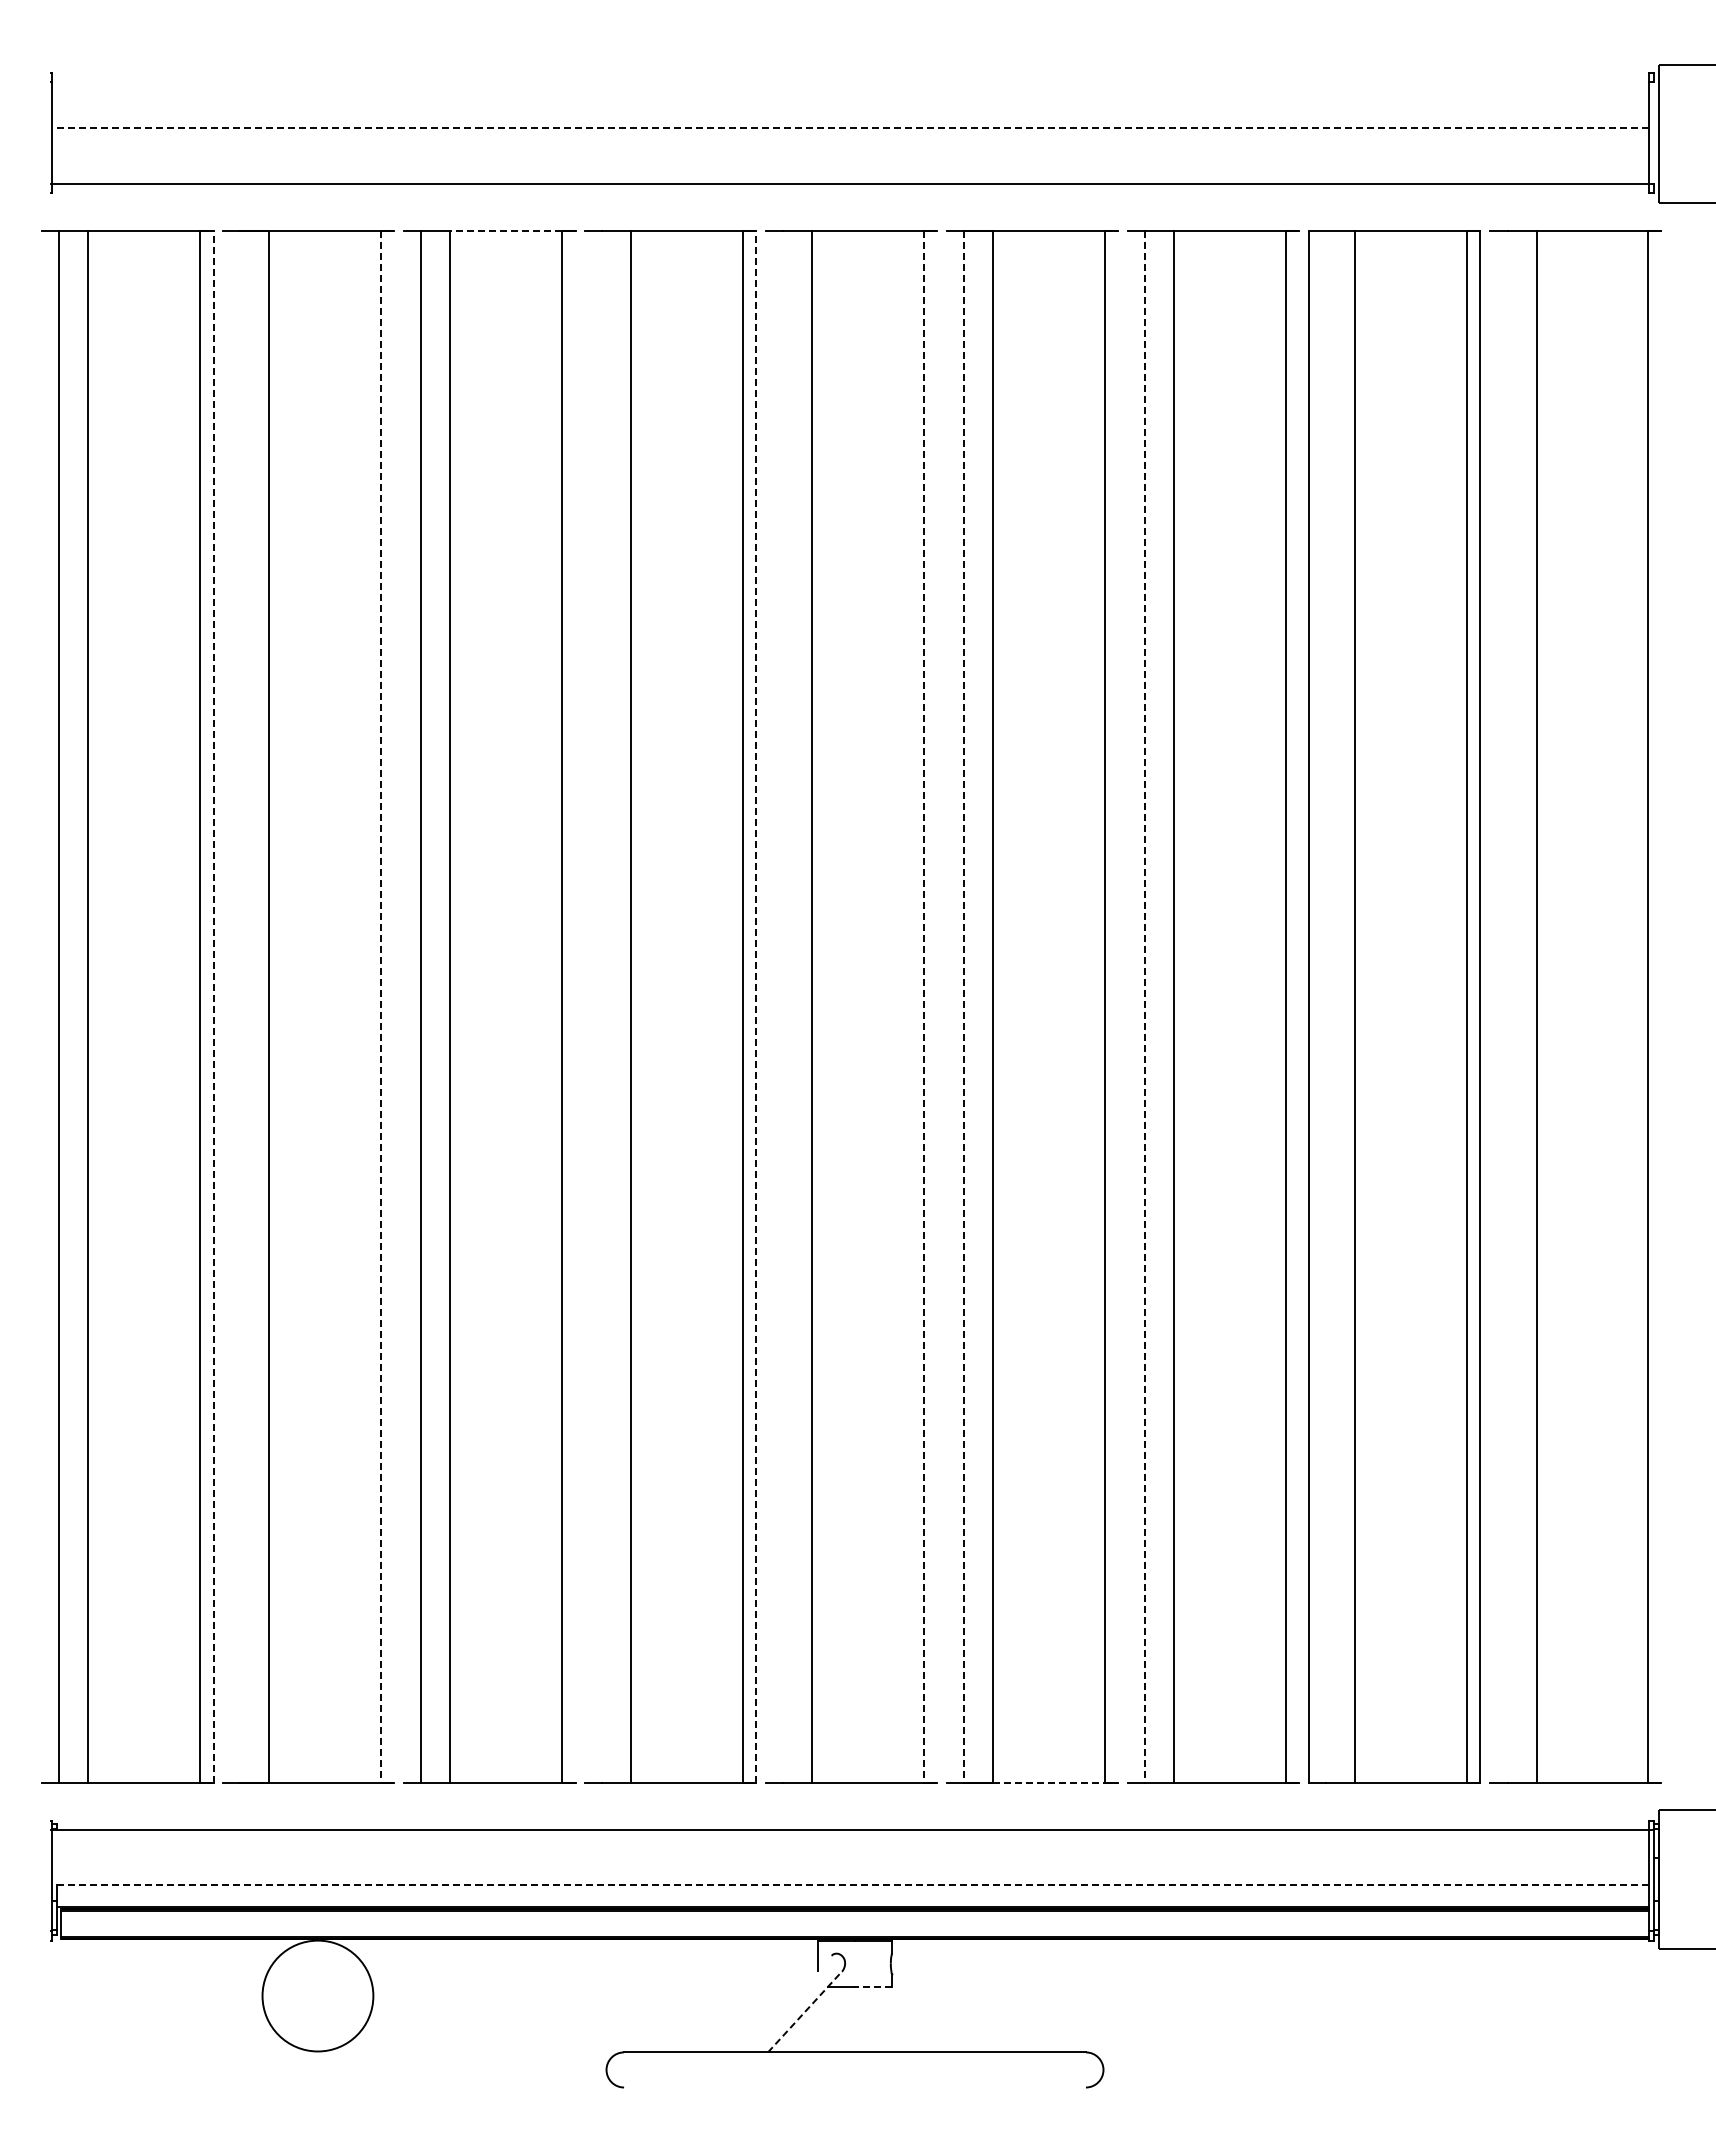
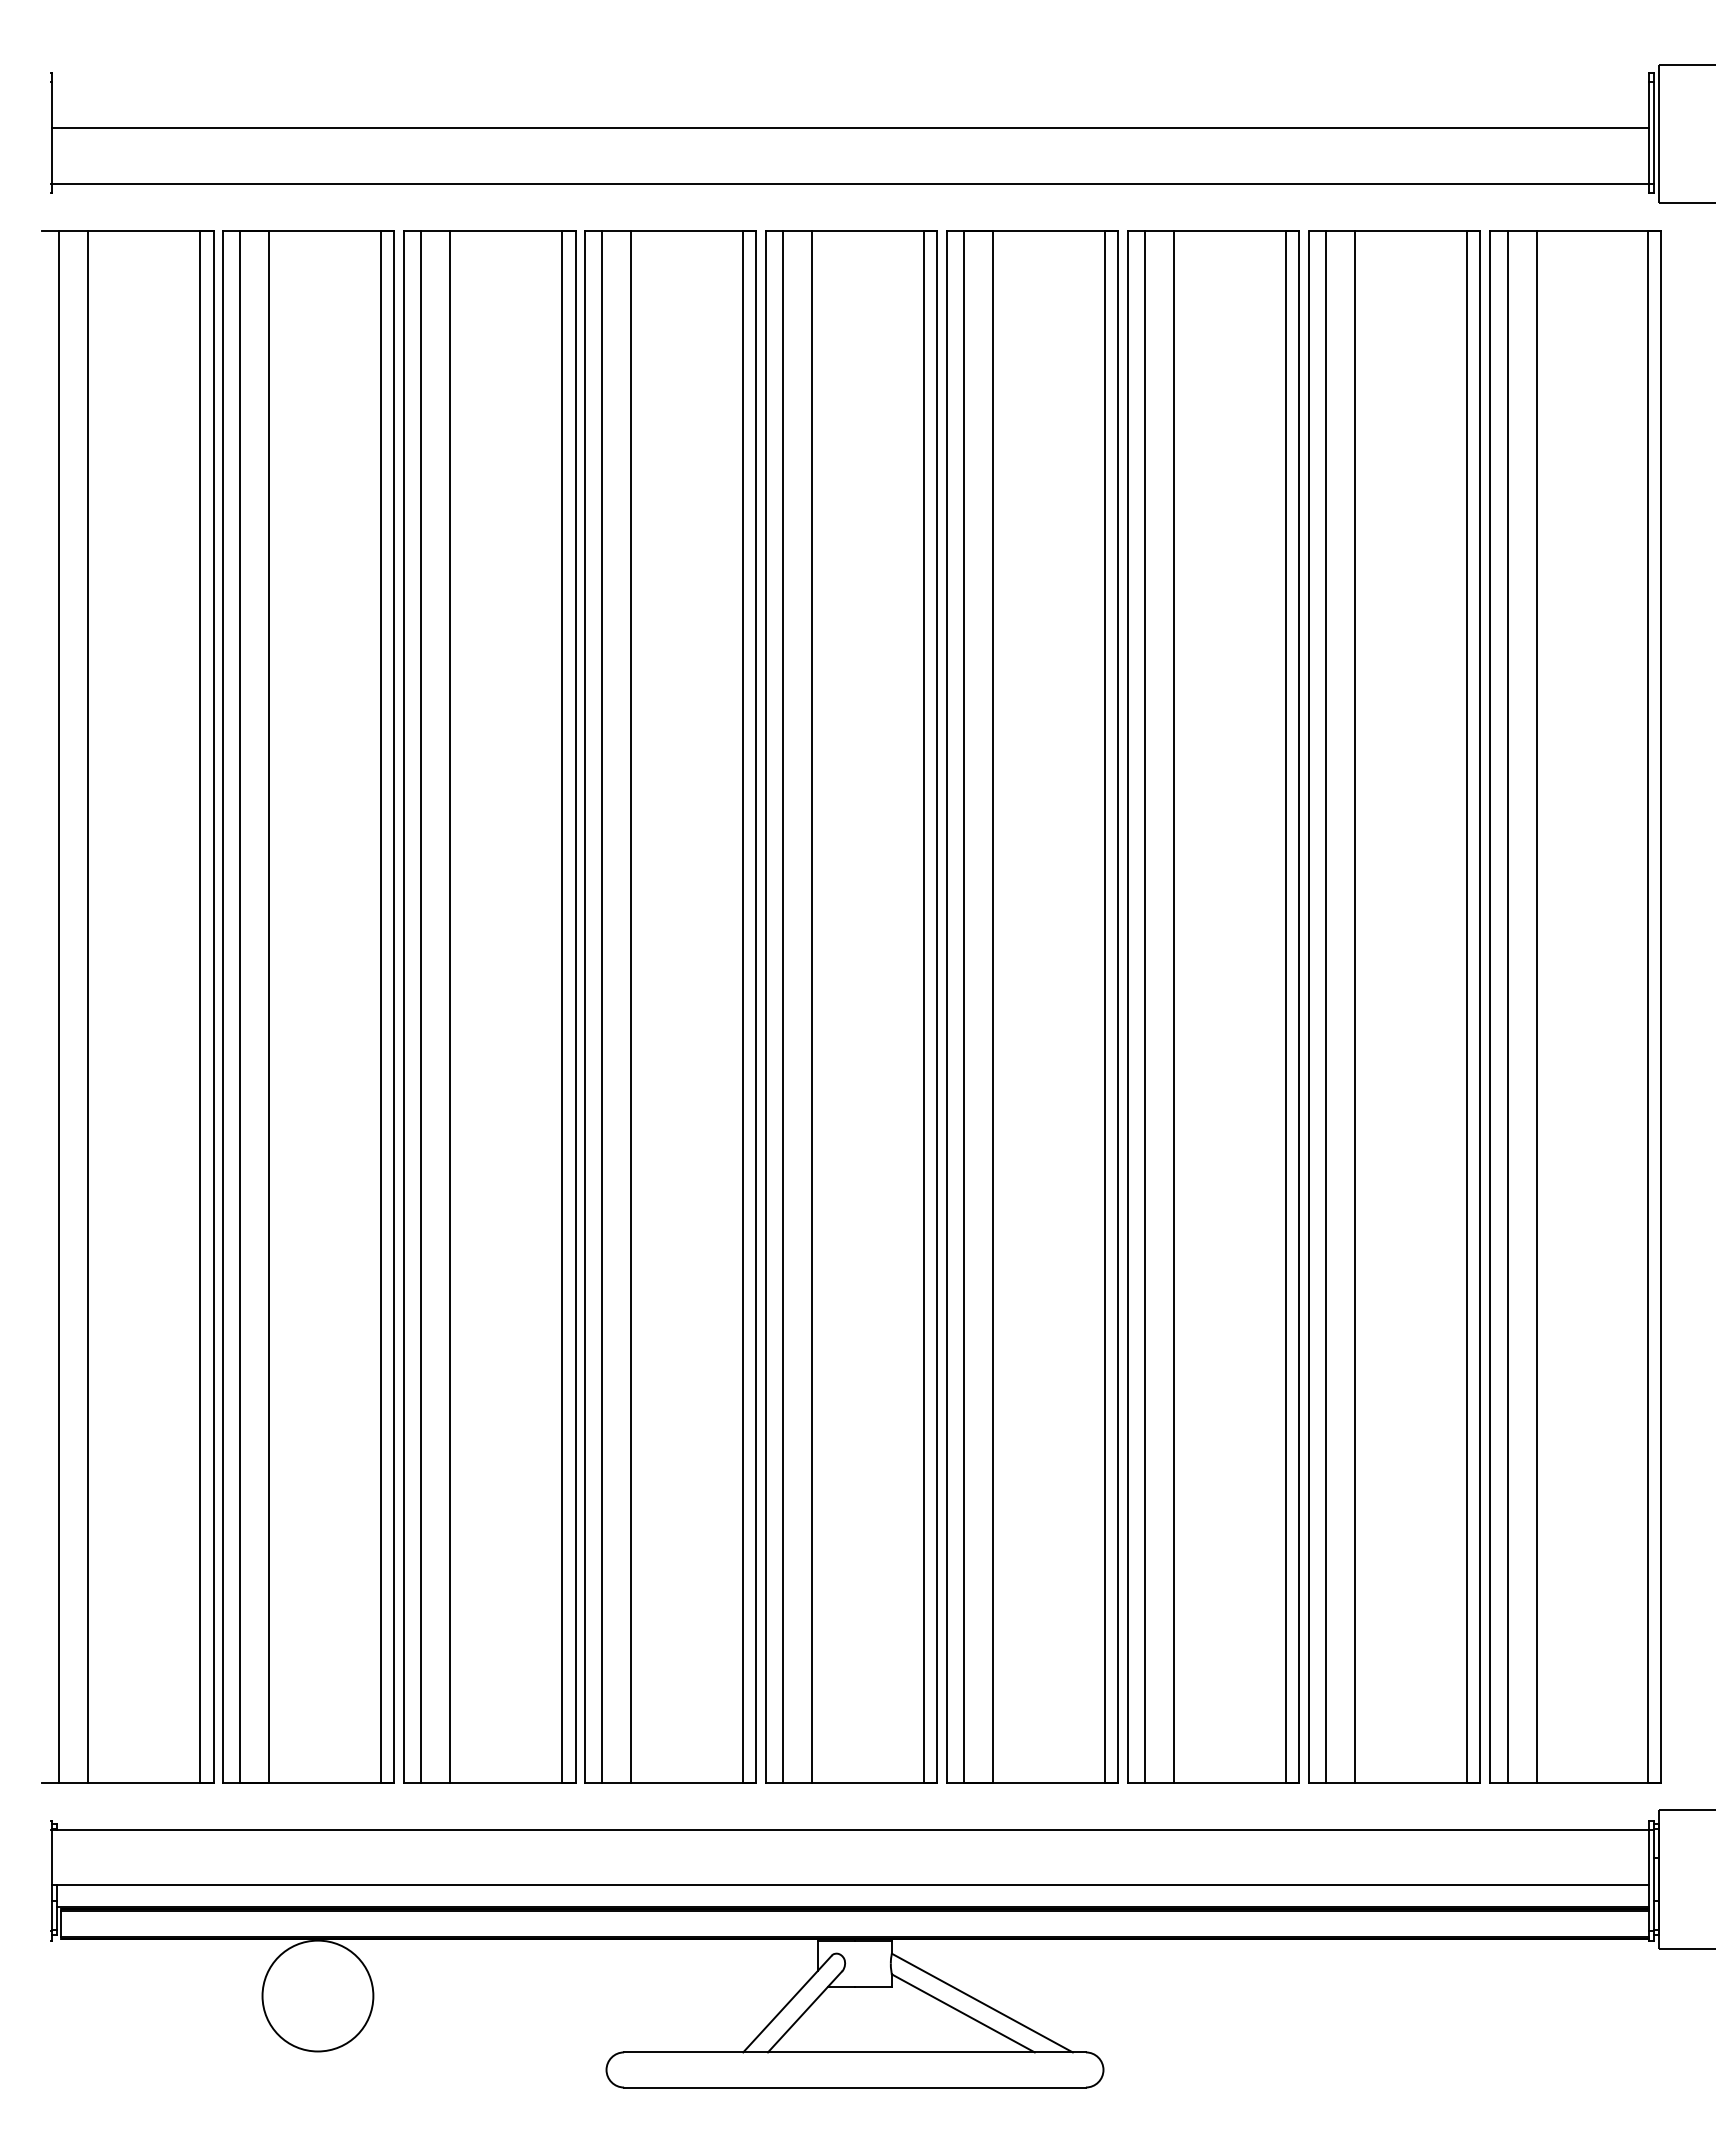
line at (849, 128): dashed -> solid
line at (1654, 132): none -> present
line at (506, 230): dashed -> solid
line at (213, 1006): dashed -> solid
line at (223, 1006): none -> present
line at (240, 1006): none -> present
line at (381, 1006): dashed -> solid
line at (394, 1006): none -> present
line at (404, 1006): none -> present
line at (575, 1006): none -> present
line at (585, 1006): none -> present
line at (602, 1006): none -> present
line at (756, 1006): dashed -> solid
line at (766, 1006): none -> present
line at (783, 1006): none -> present
line at (924, 1006): dashed -> solid
line at (937, 1006): none -> present
line at (947, 1006): none -> present
line at (964, 1006): dashed -> solid
line at (1118, 1006): none -> present
line at (1128, 1006): none -> present
line at (1145, 1006): dashed -> solid
line at (1299, 1006): none -> present
line at (1326, 1006): none -> present
line at (1490, 1006): none -> present
line at (1507, 1006): none -> present
line at (1661, 1006): none -> present
line at (1049, 1782): dashed -> solid
line at (849, 1885): dashed -> solid
line at (872, 1986): dashed -> solid
line at (981, 2002): none -> present
line at (787, 2003): none -> present
line at (804, 2012): dashed -> solid
line at (962, 2013): none -> present
line at (854, 2087): none -> present
